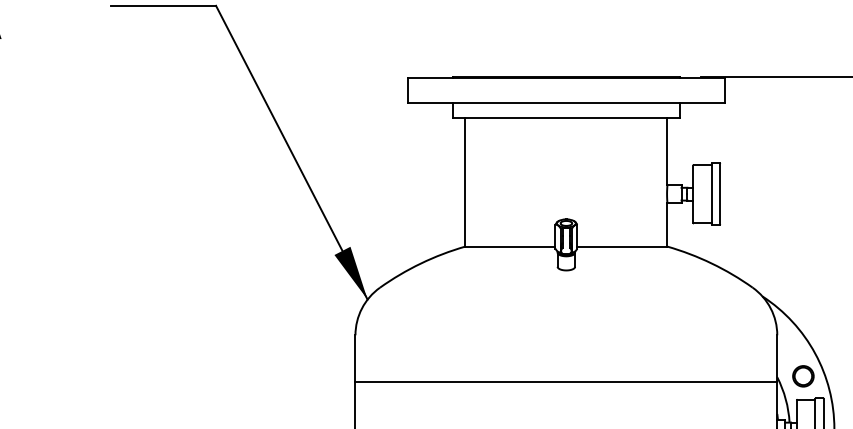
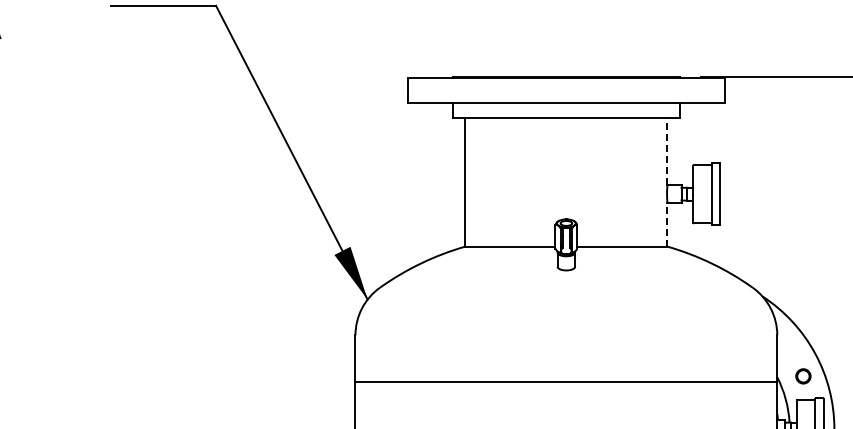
line at (667, 151): solid -> dashed
line at (667, 224): solid -> dashed
circle at (803, 376) size: 23x23 px -> 17x17 px
